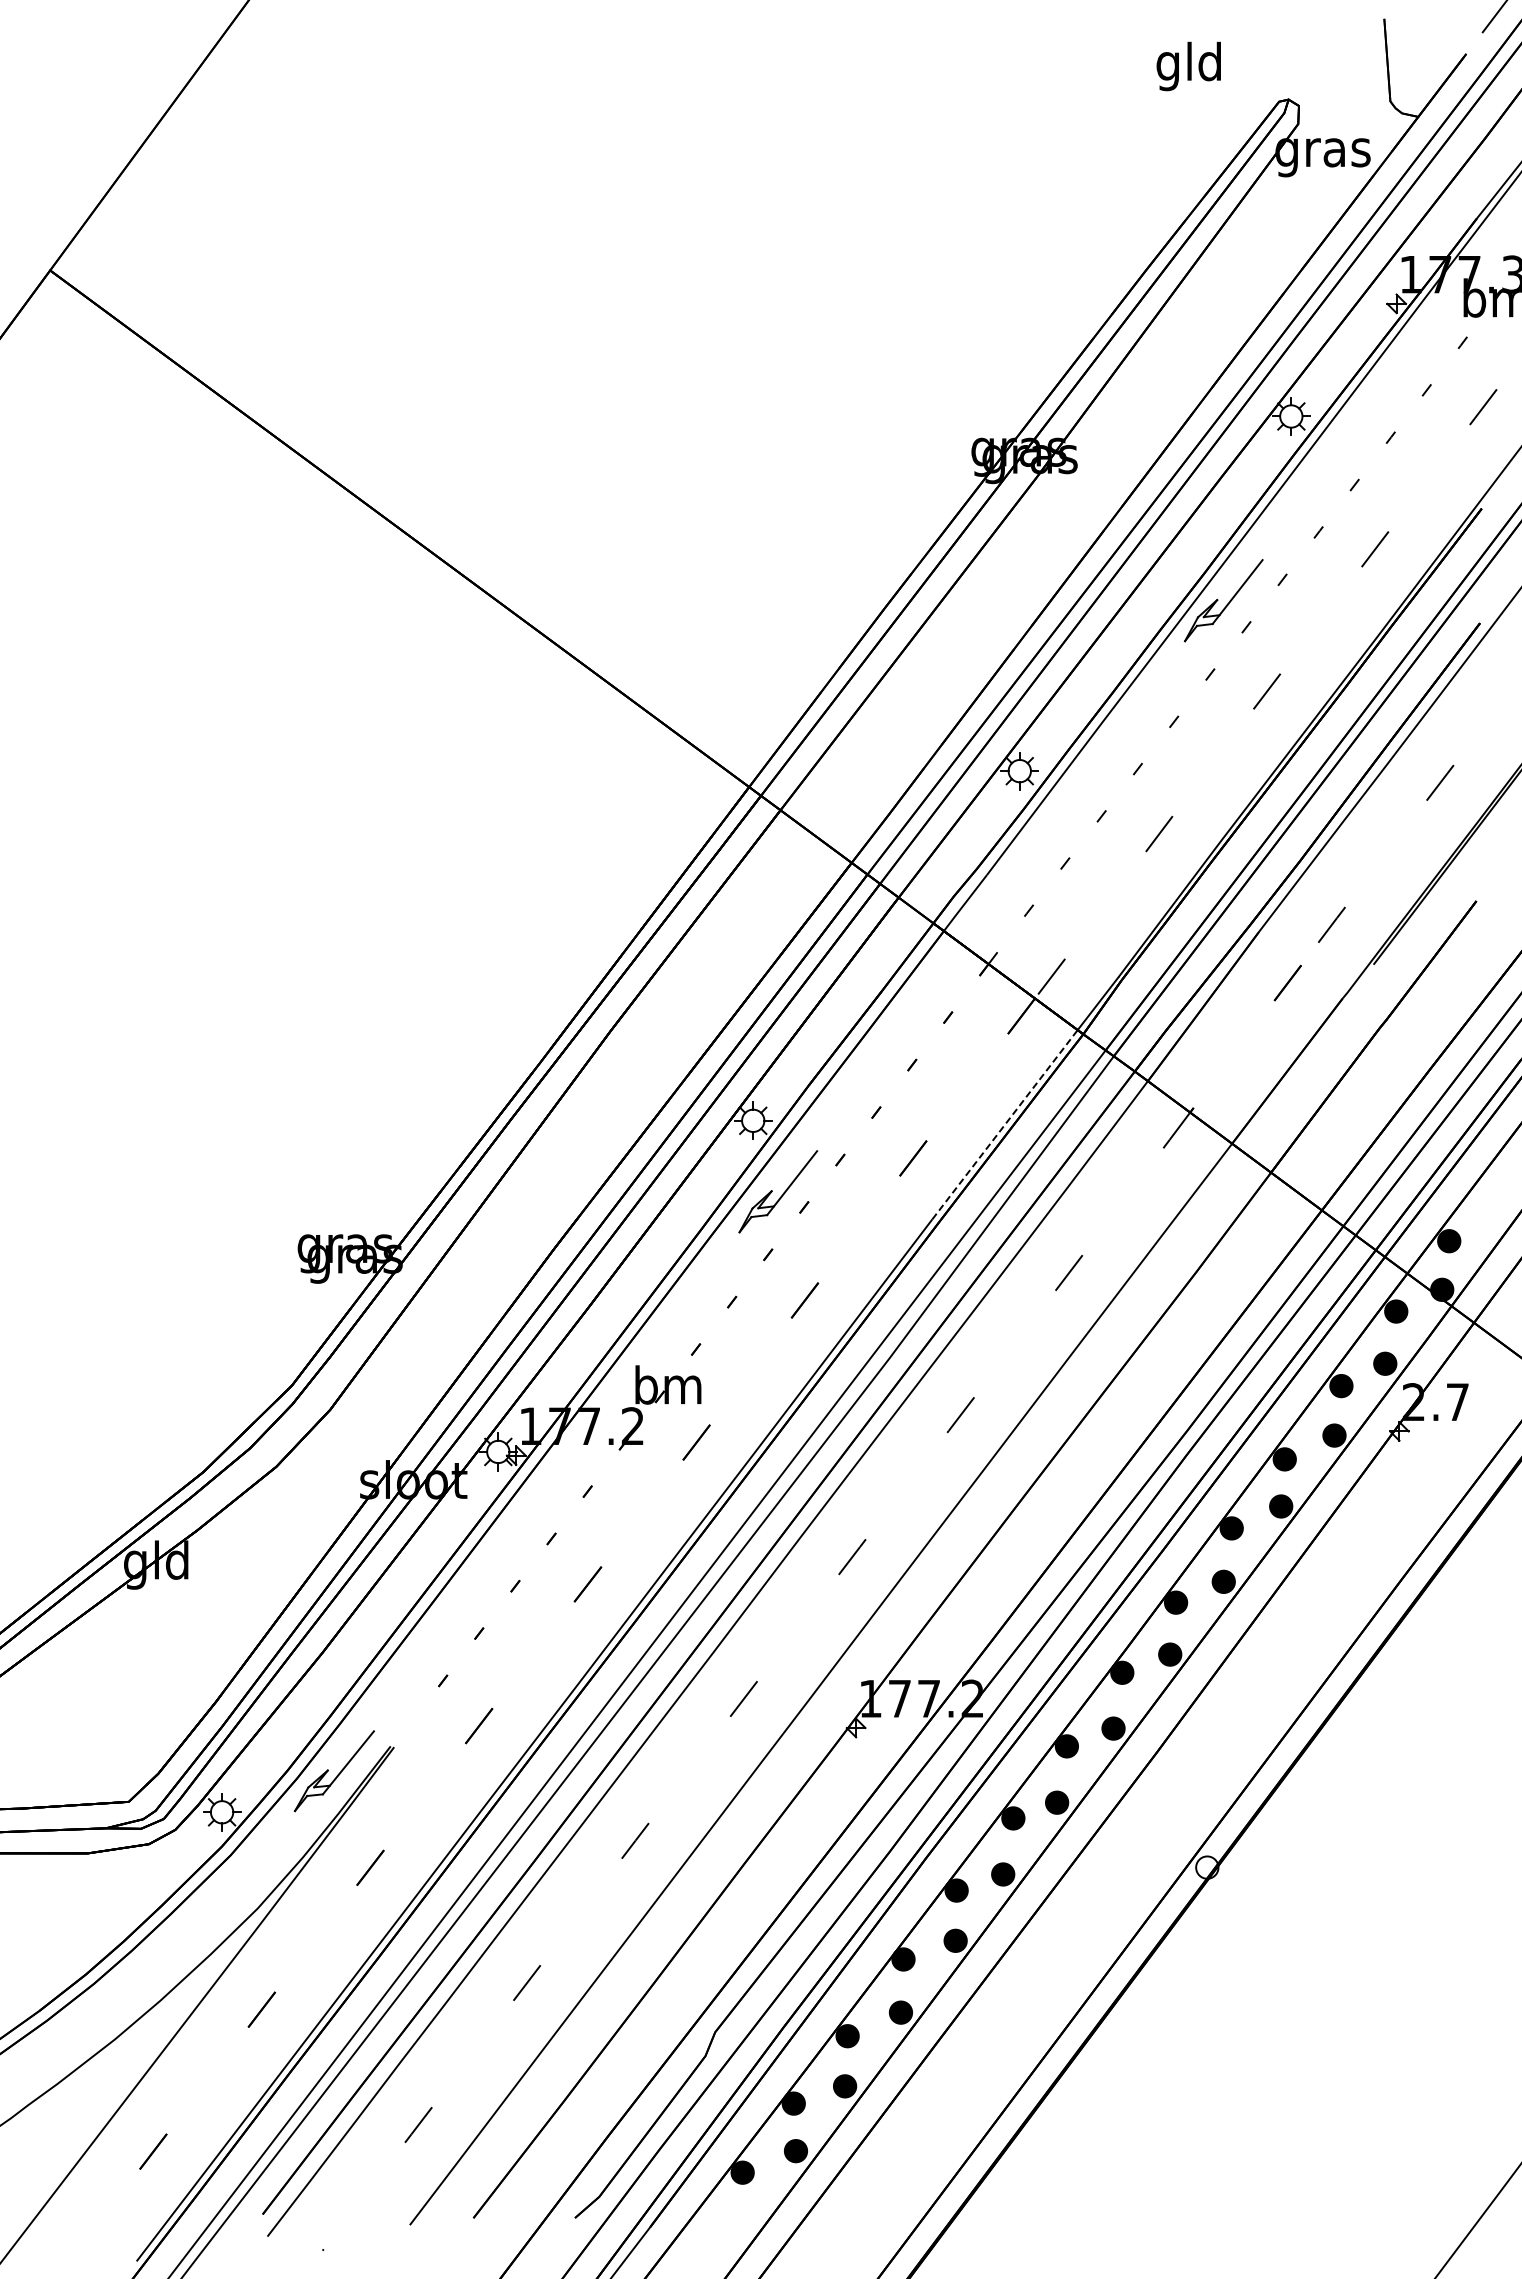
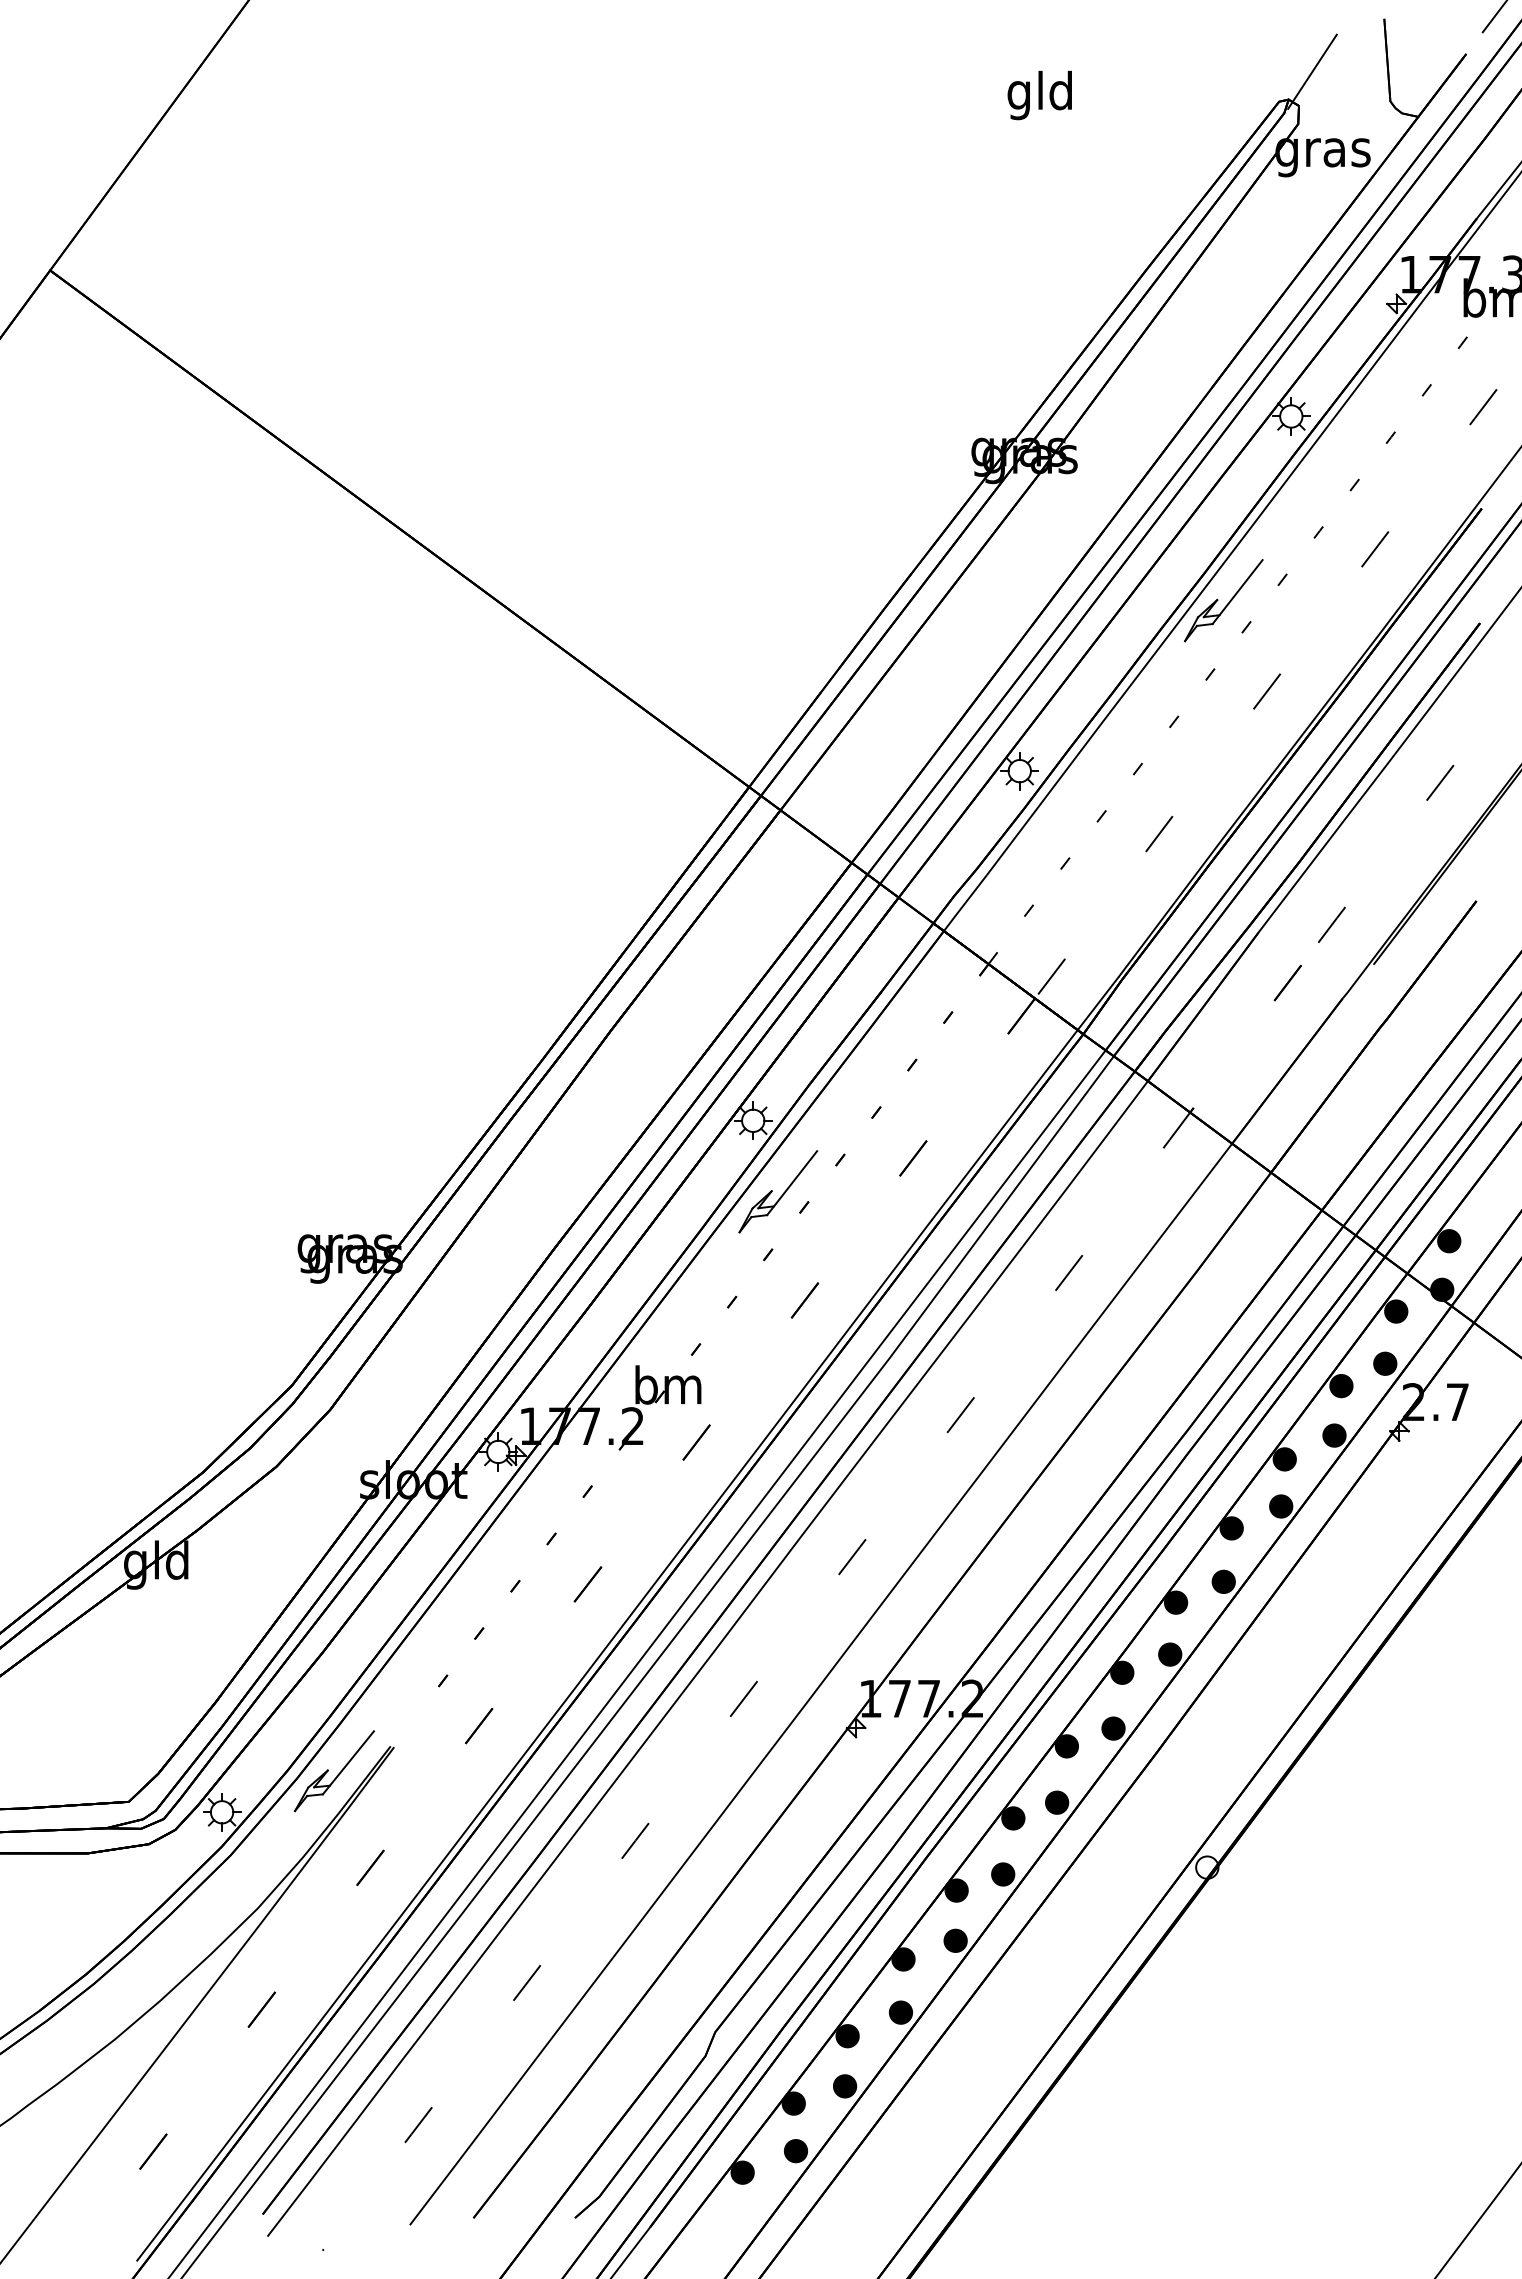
text at (1188, 66) position: (1188, 66) -> (1039, 95)
line at (1312, 71): none -> present
line at (1005, 1124): dashed -> solid
